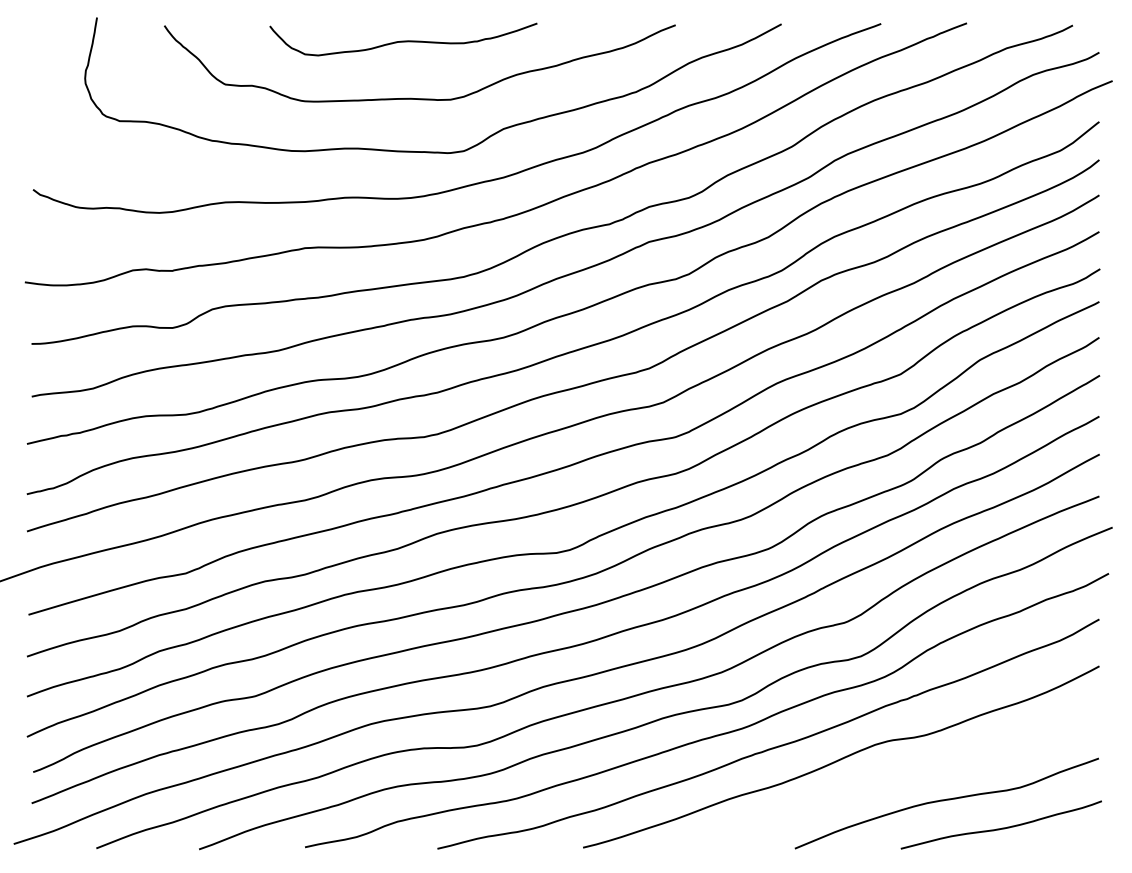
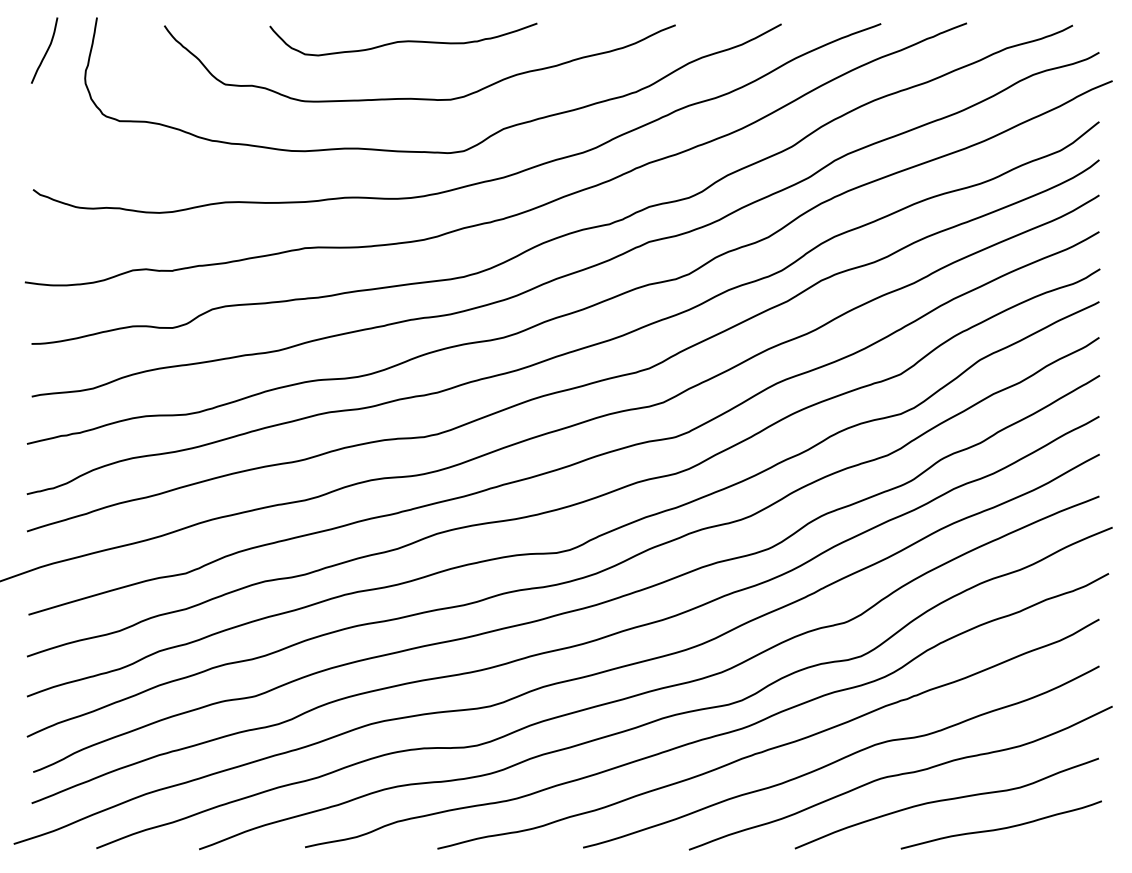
curve at (46, 50): none -> present
curve at (900, 775): none -> present
